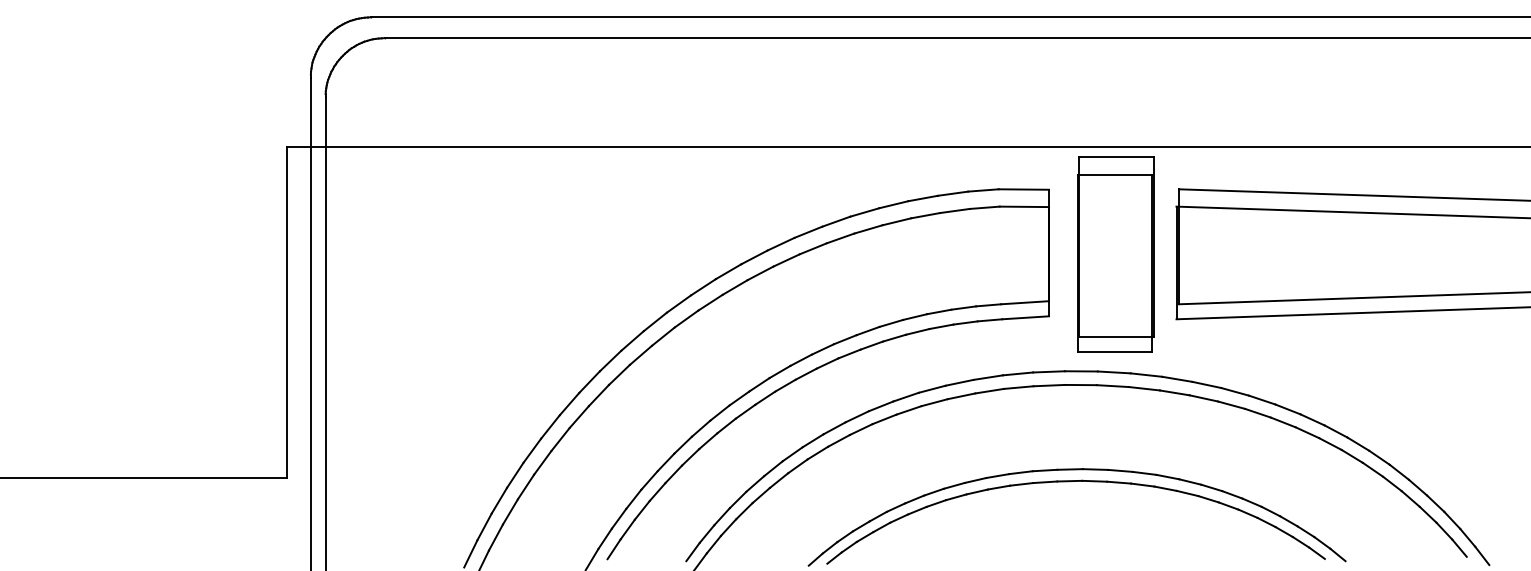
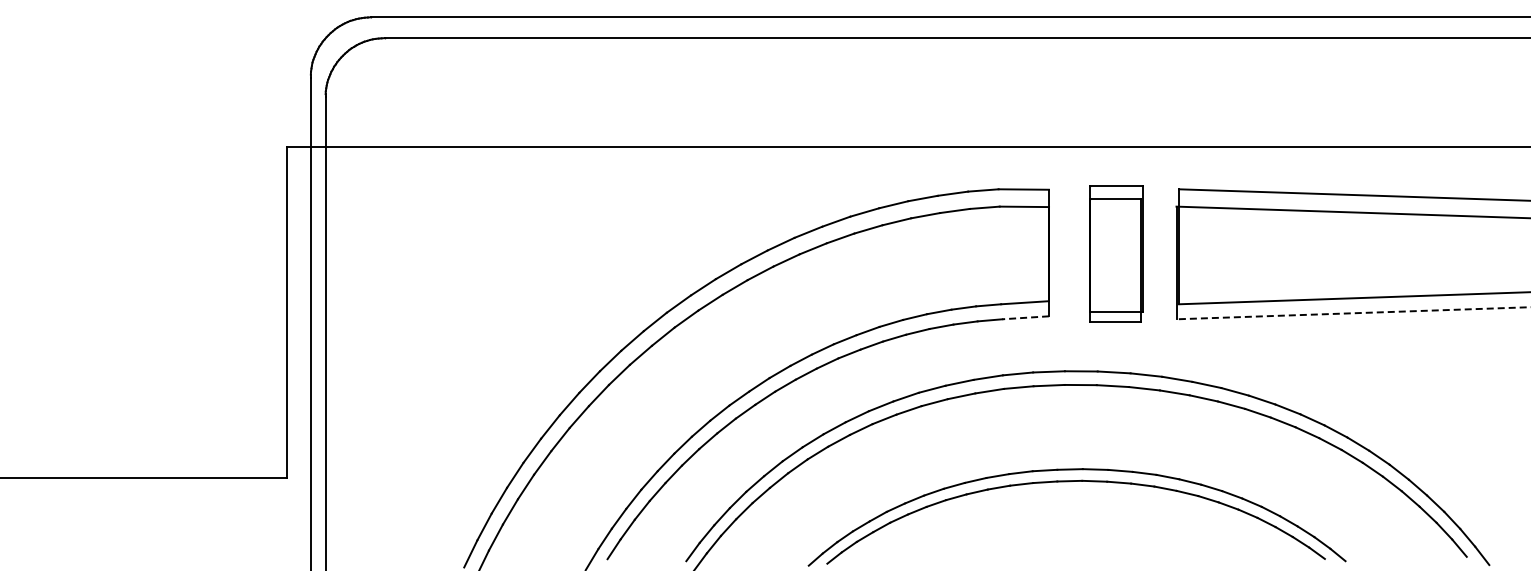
part at (1115, 254) size: 78x197 px -> 55x138 px
line at (1353, 313): solid -> dashed
line at (1025, 317): solid -> dashed
